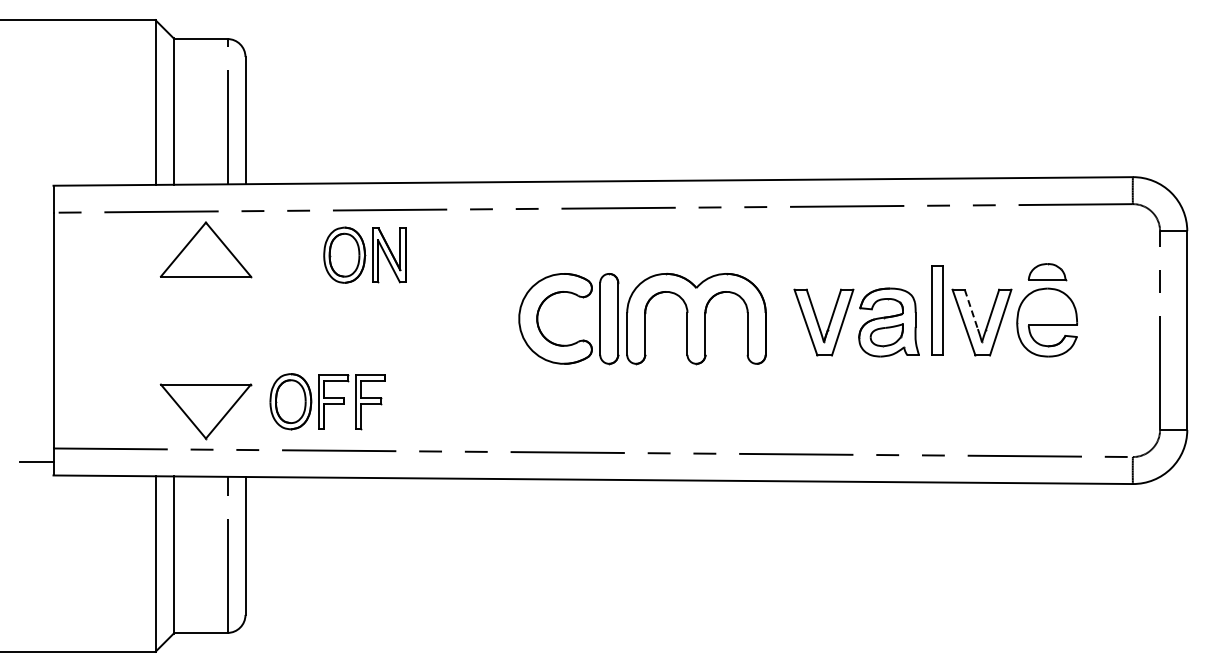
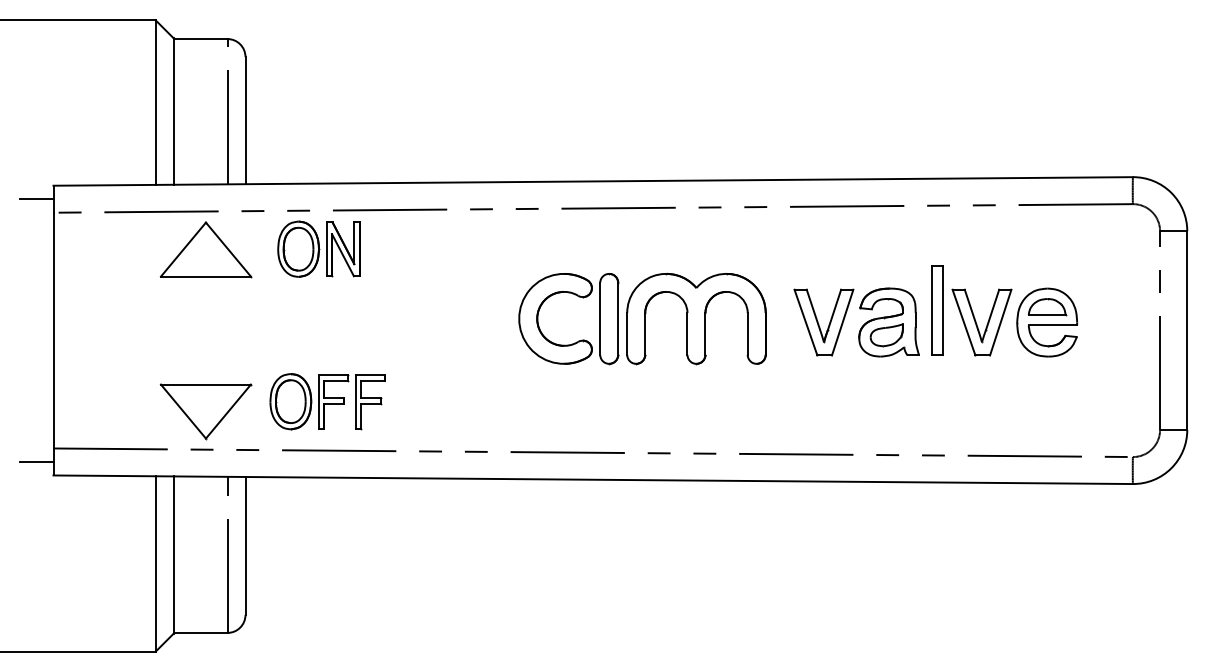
line at (36, 199): none -> present
part at (364, 254) position: (364, 254) -> (318, 248)
part at (1047, 272) position: (1047, 272) -> (1047, 307)
line at (971, 309): dashed -> solid
